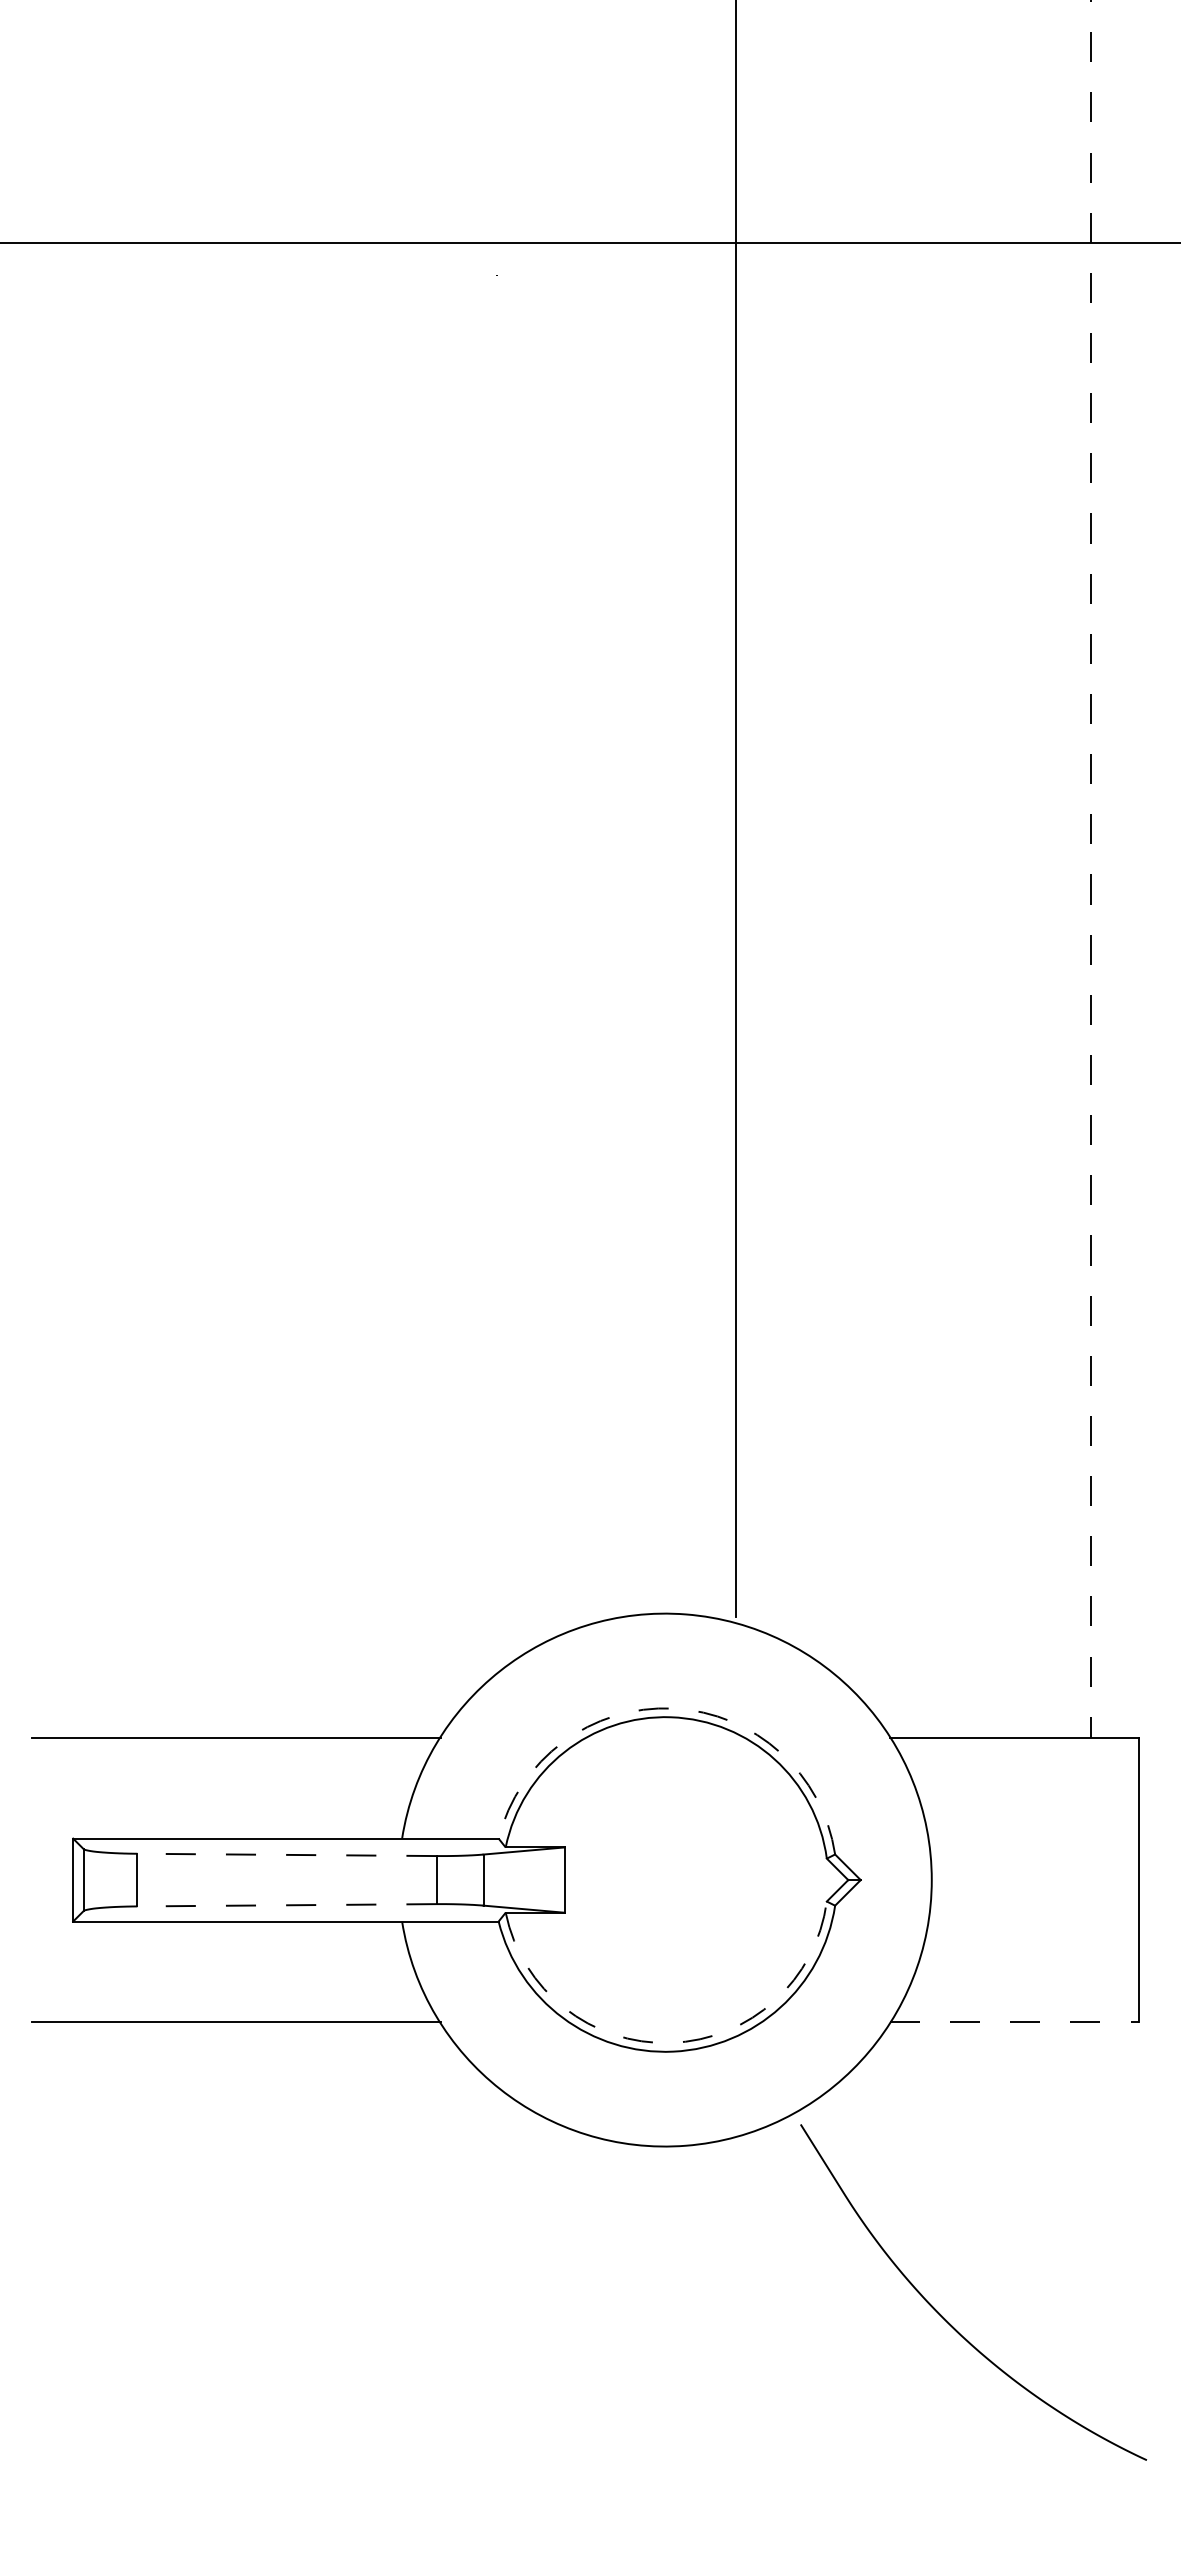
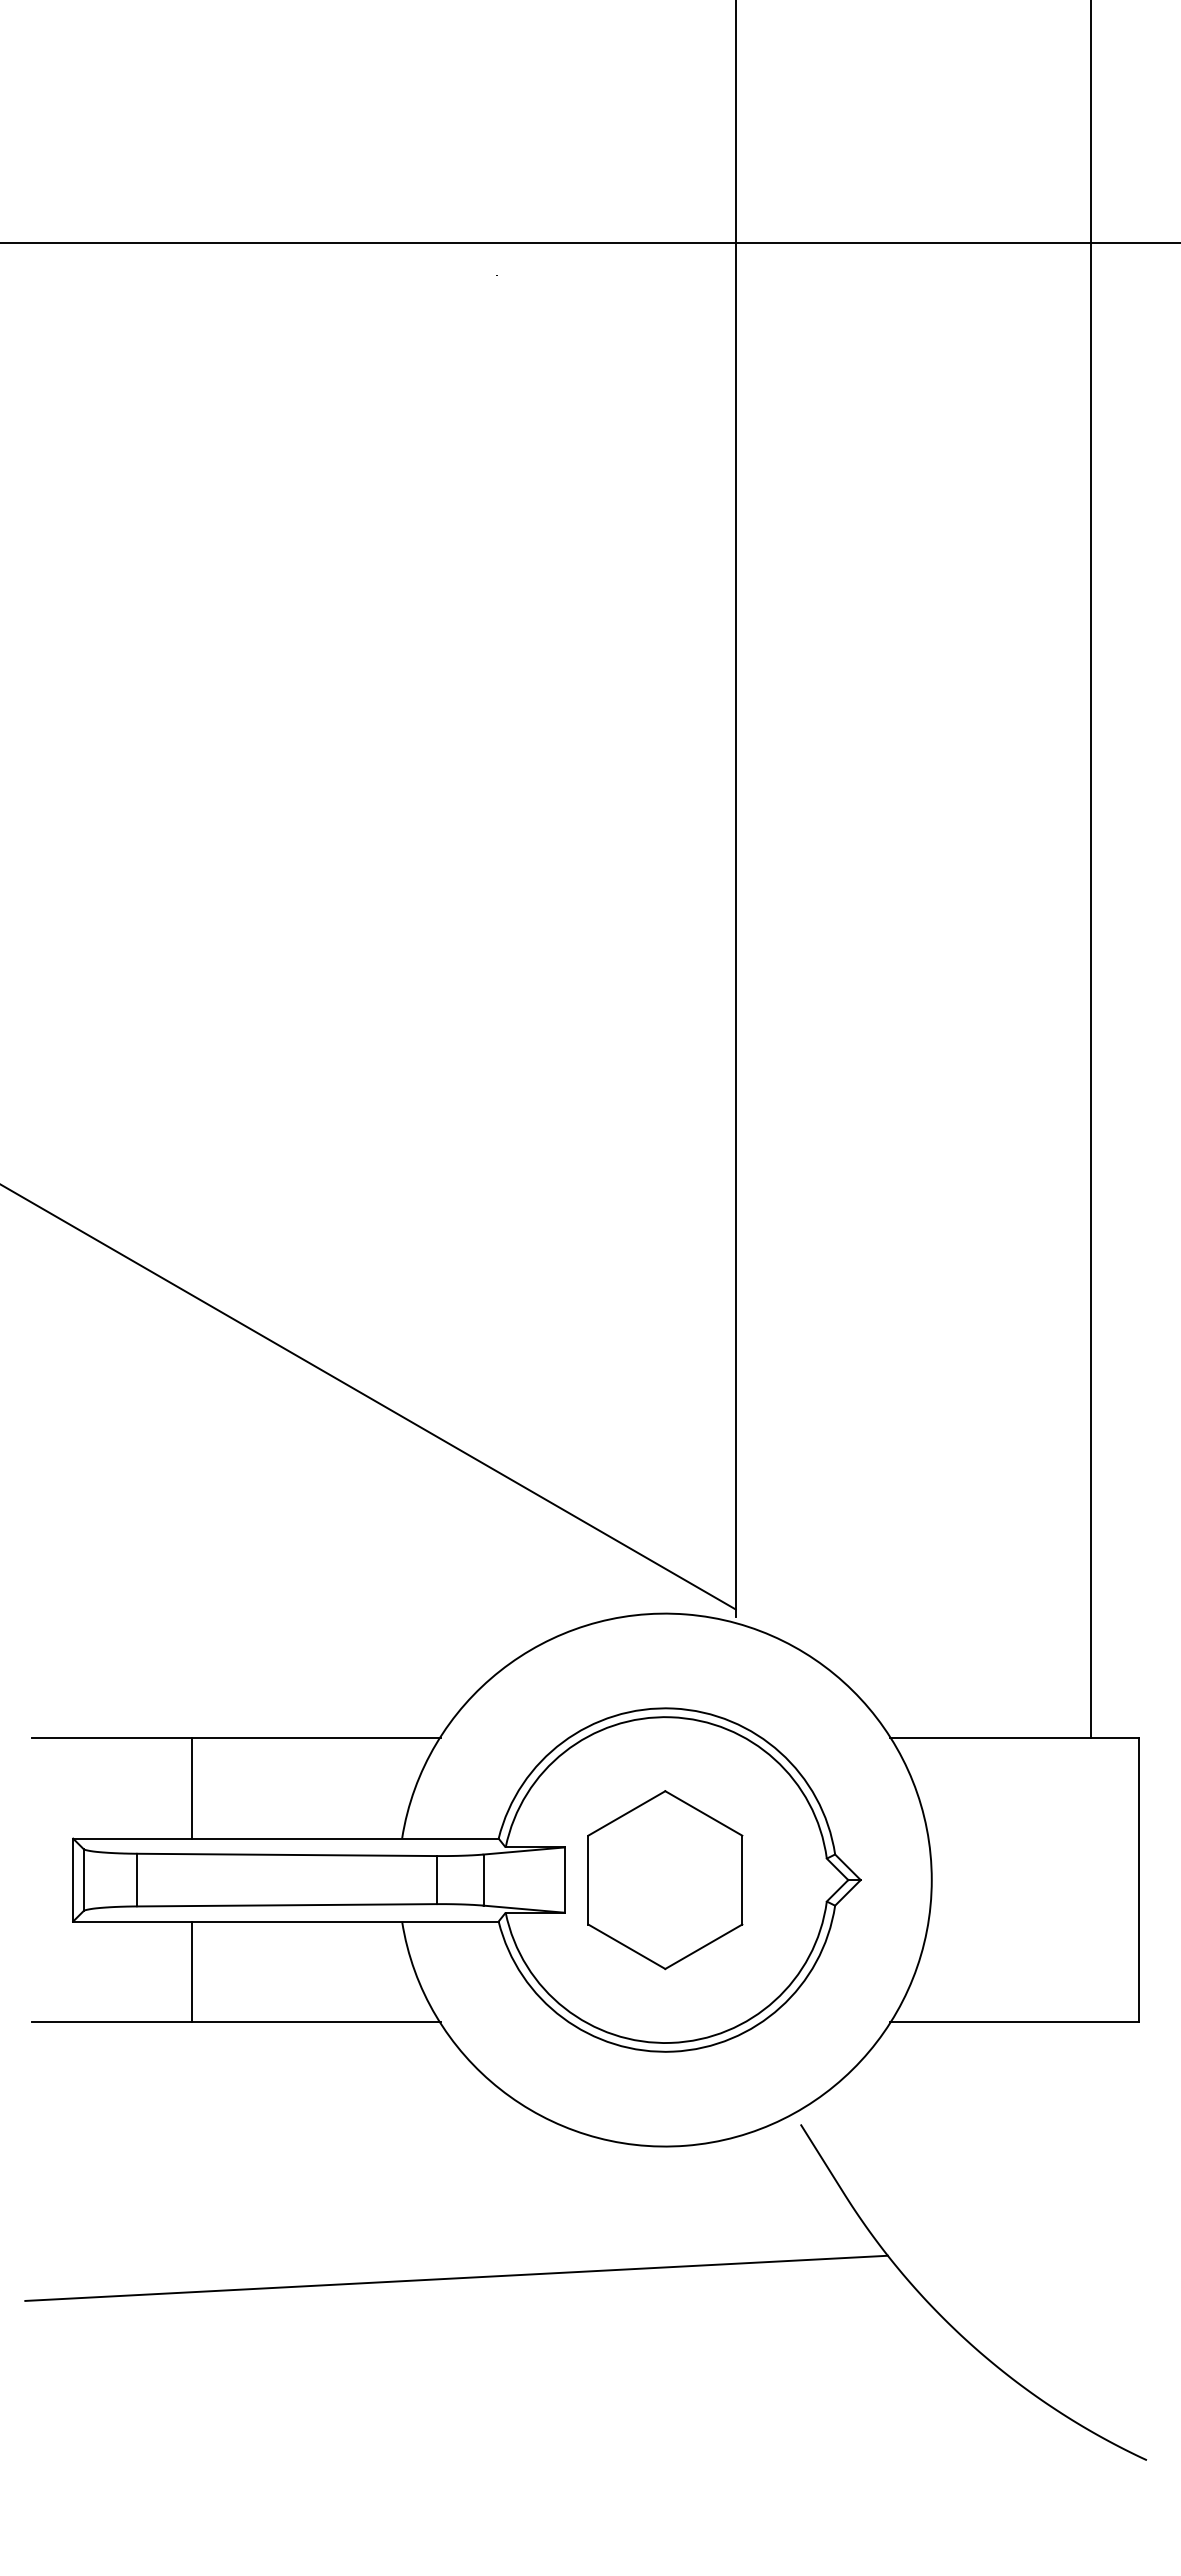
line at (1091, 869): dashed -> solid
line at (368, 1397): none -> present
arc at (673, 1708): dashed -> solid
line at (191, 1787): none -> present
line at (286, 1854): dashed -> solid
part at (665, 1880): none -> present
line at (286, 1905): dashed -> solid
line at (191, 1971): none -> present
line at (1014, 2022): dashed -> solid
arc at (671, 2042): dashed -> solid
line at (456, 2277): none -> present
